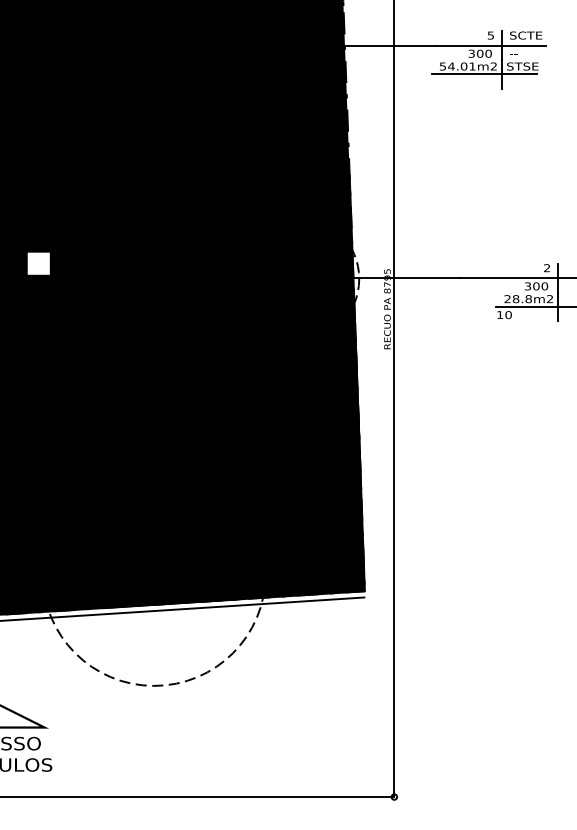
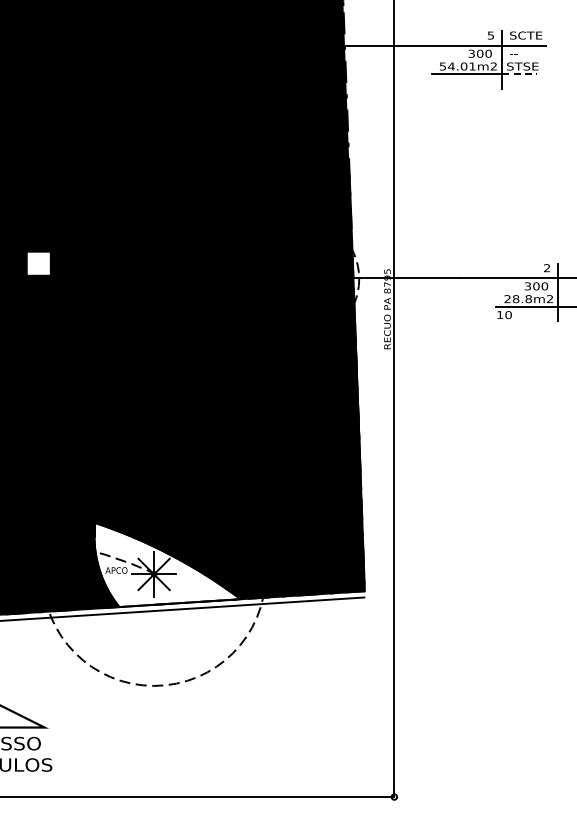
line at (520, 74): solid -> dashed
fill at (167, 564): present -> none
